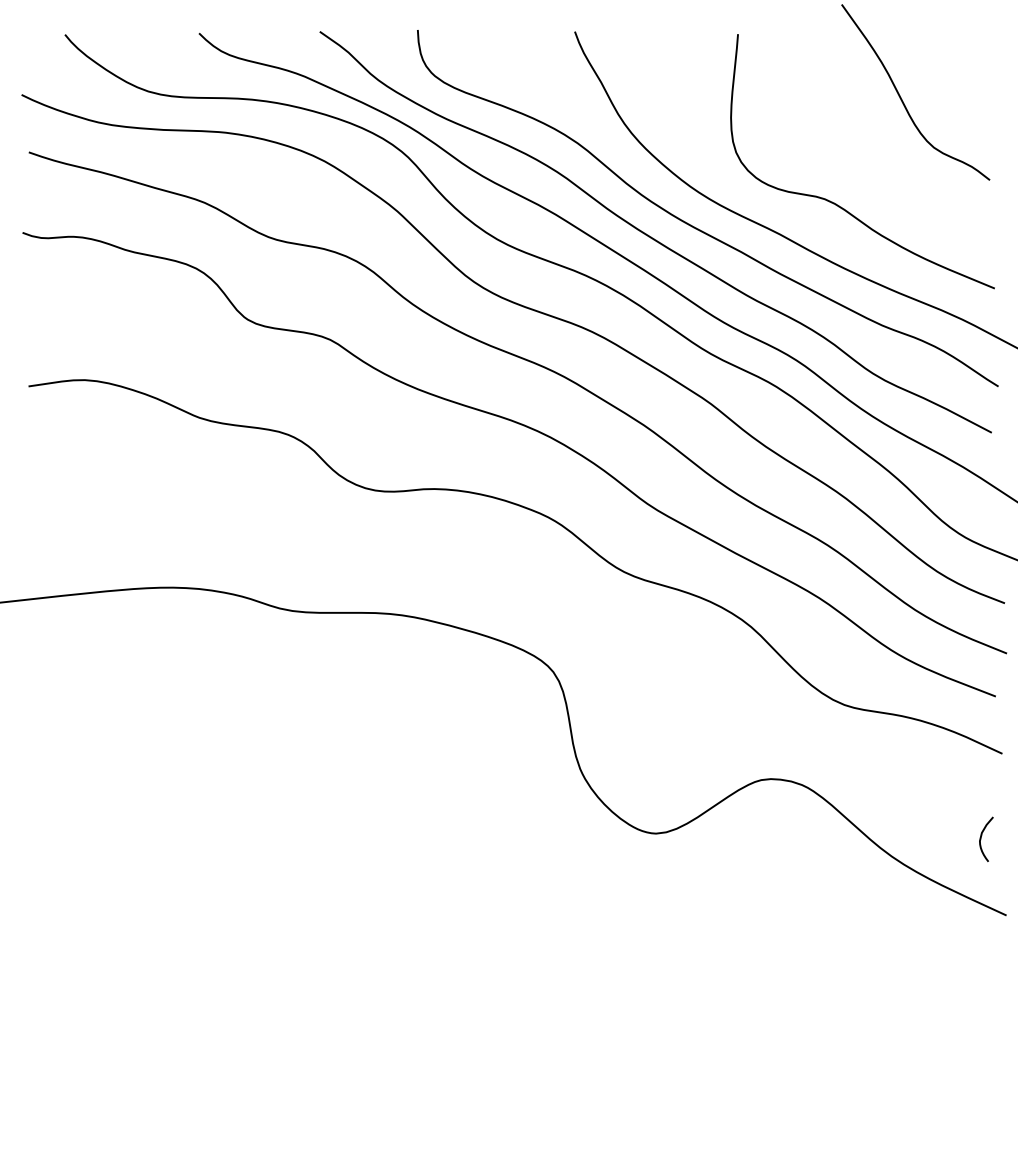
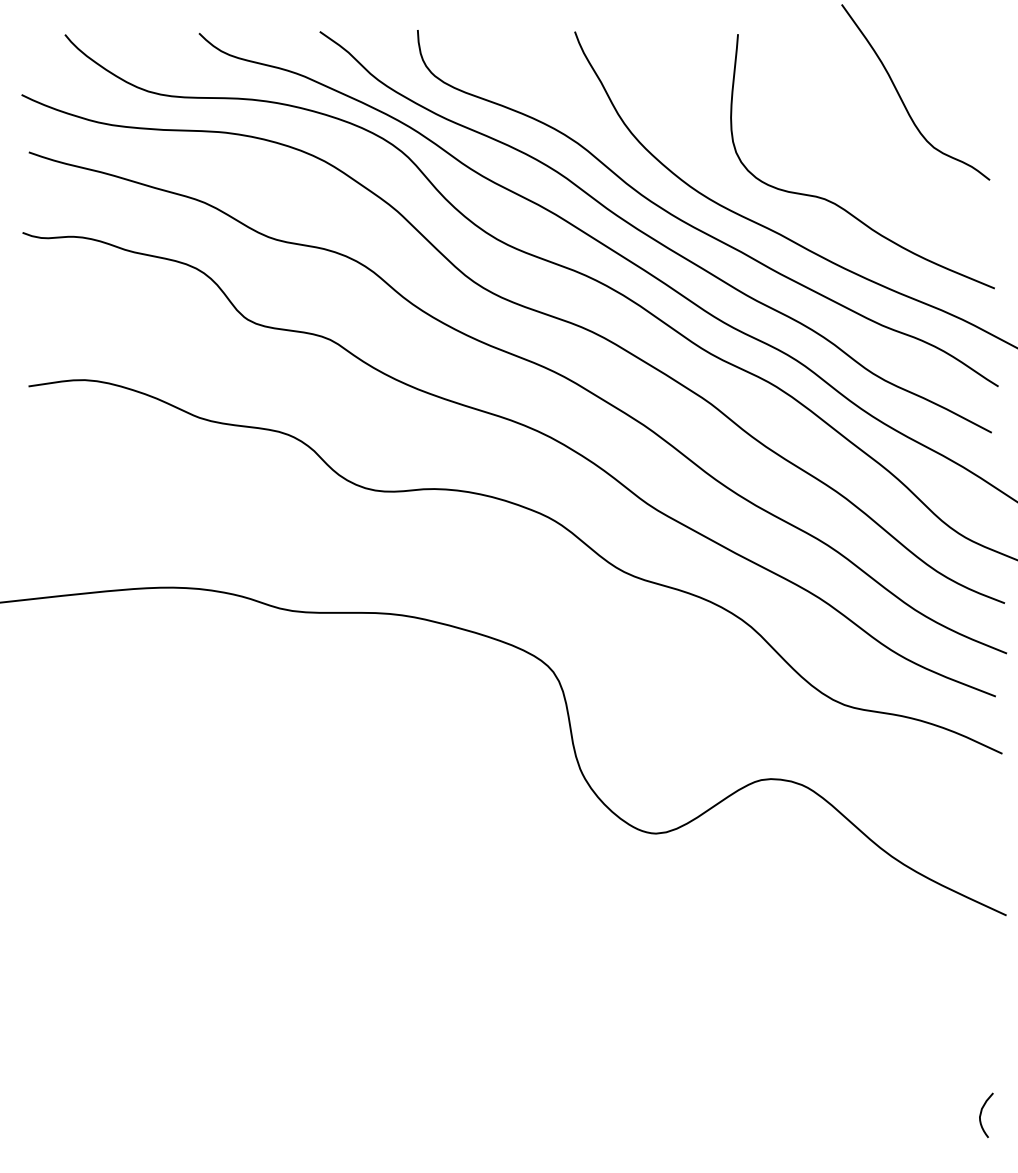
curve at (981, 839) position: (981, 839) -> (981, 1115)
